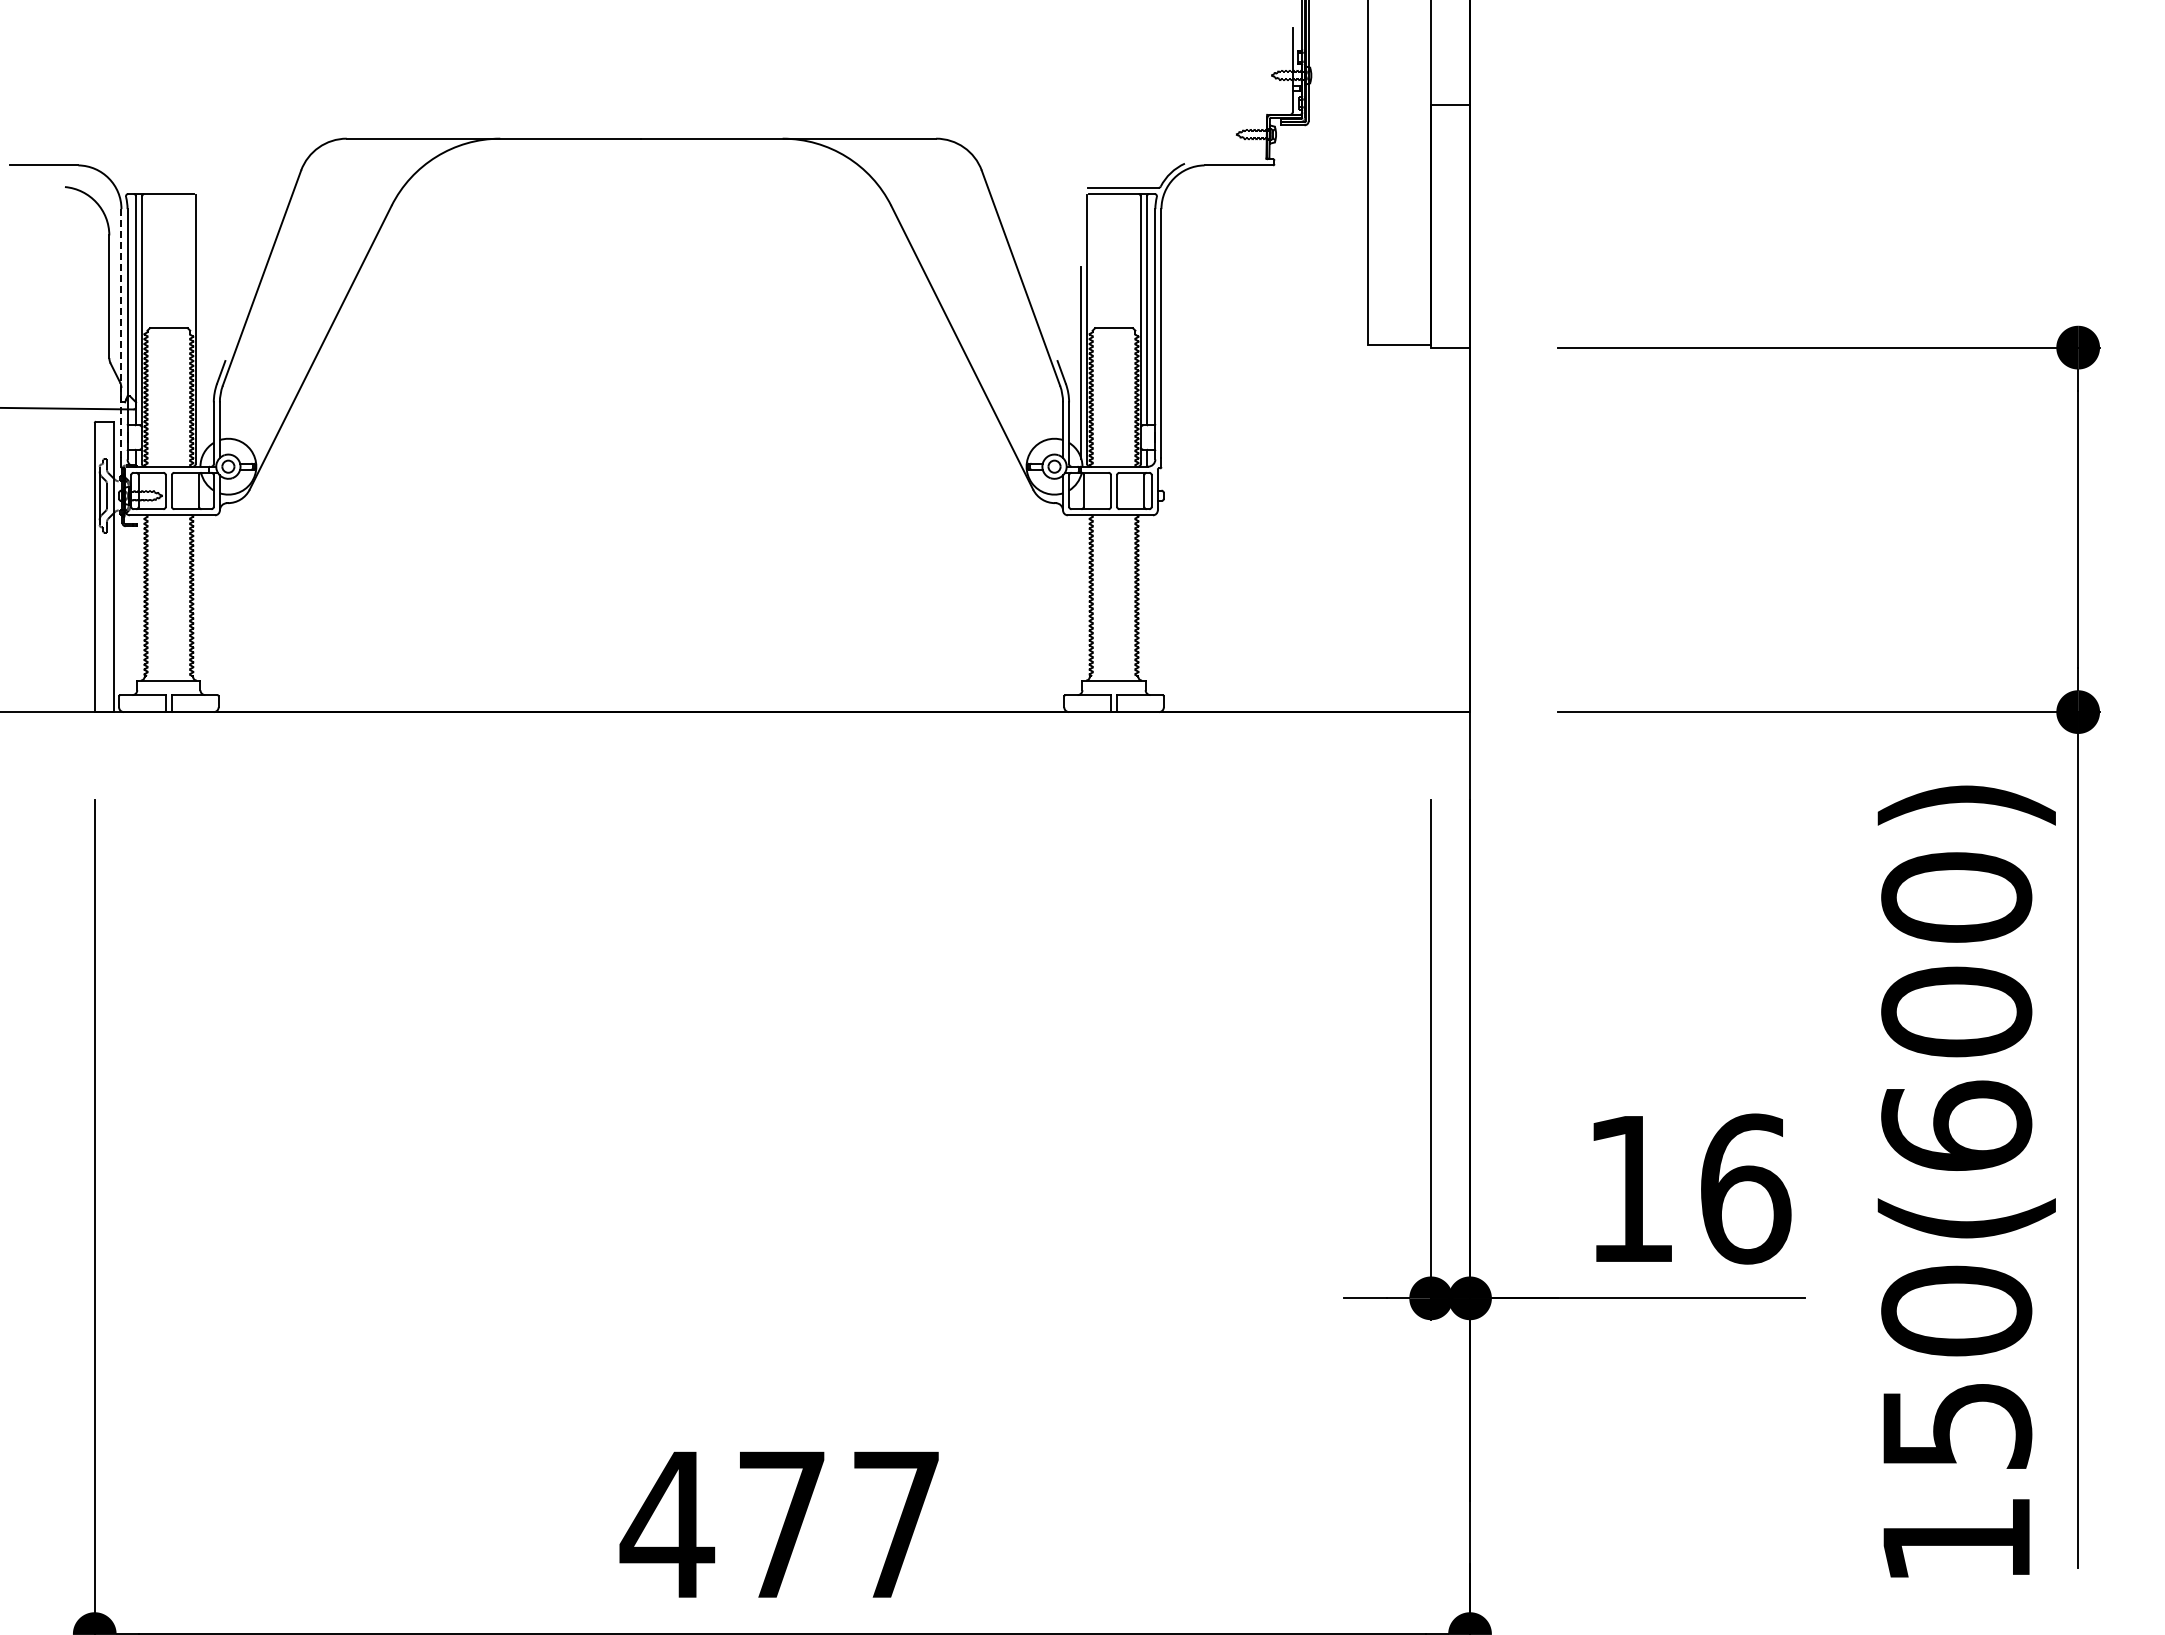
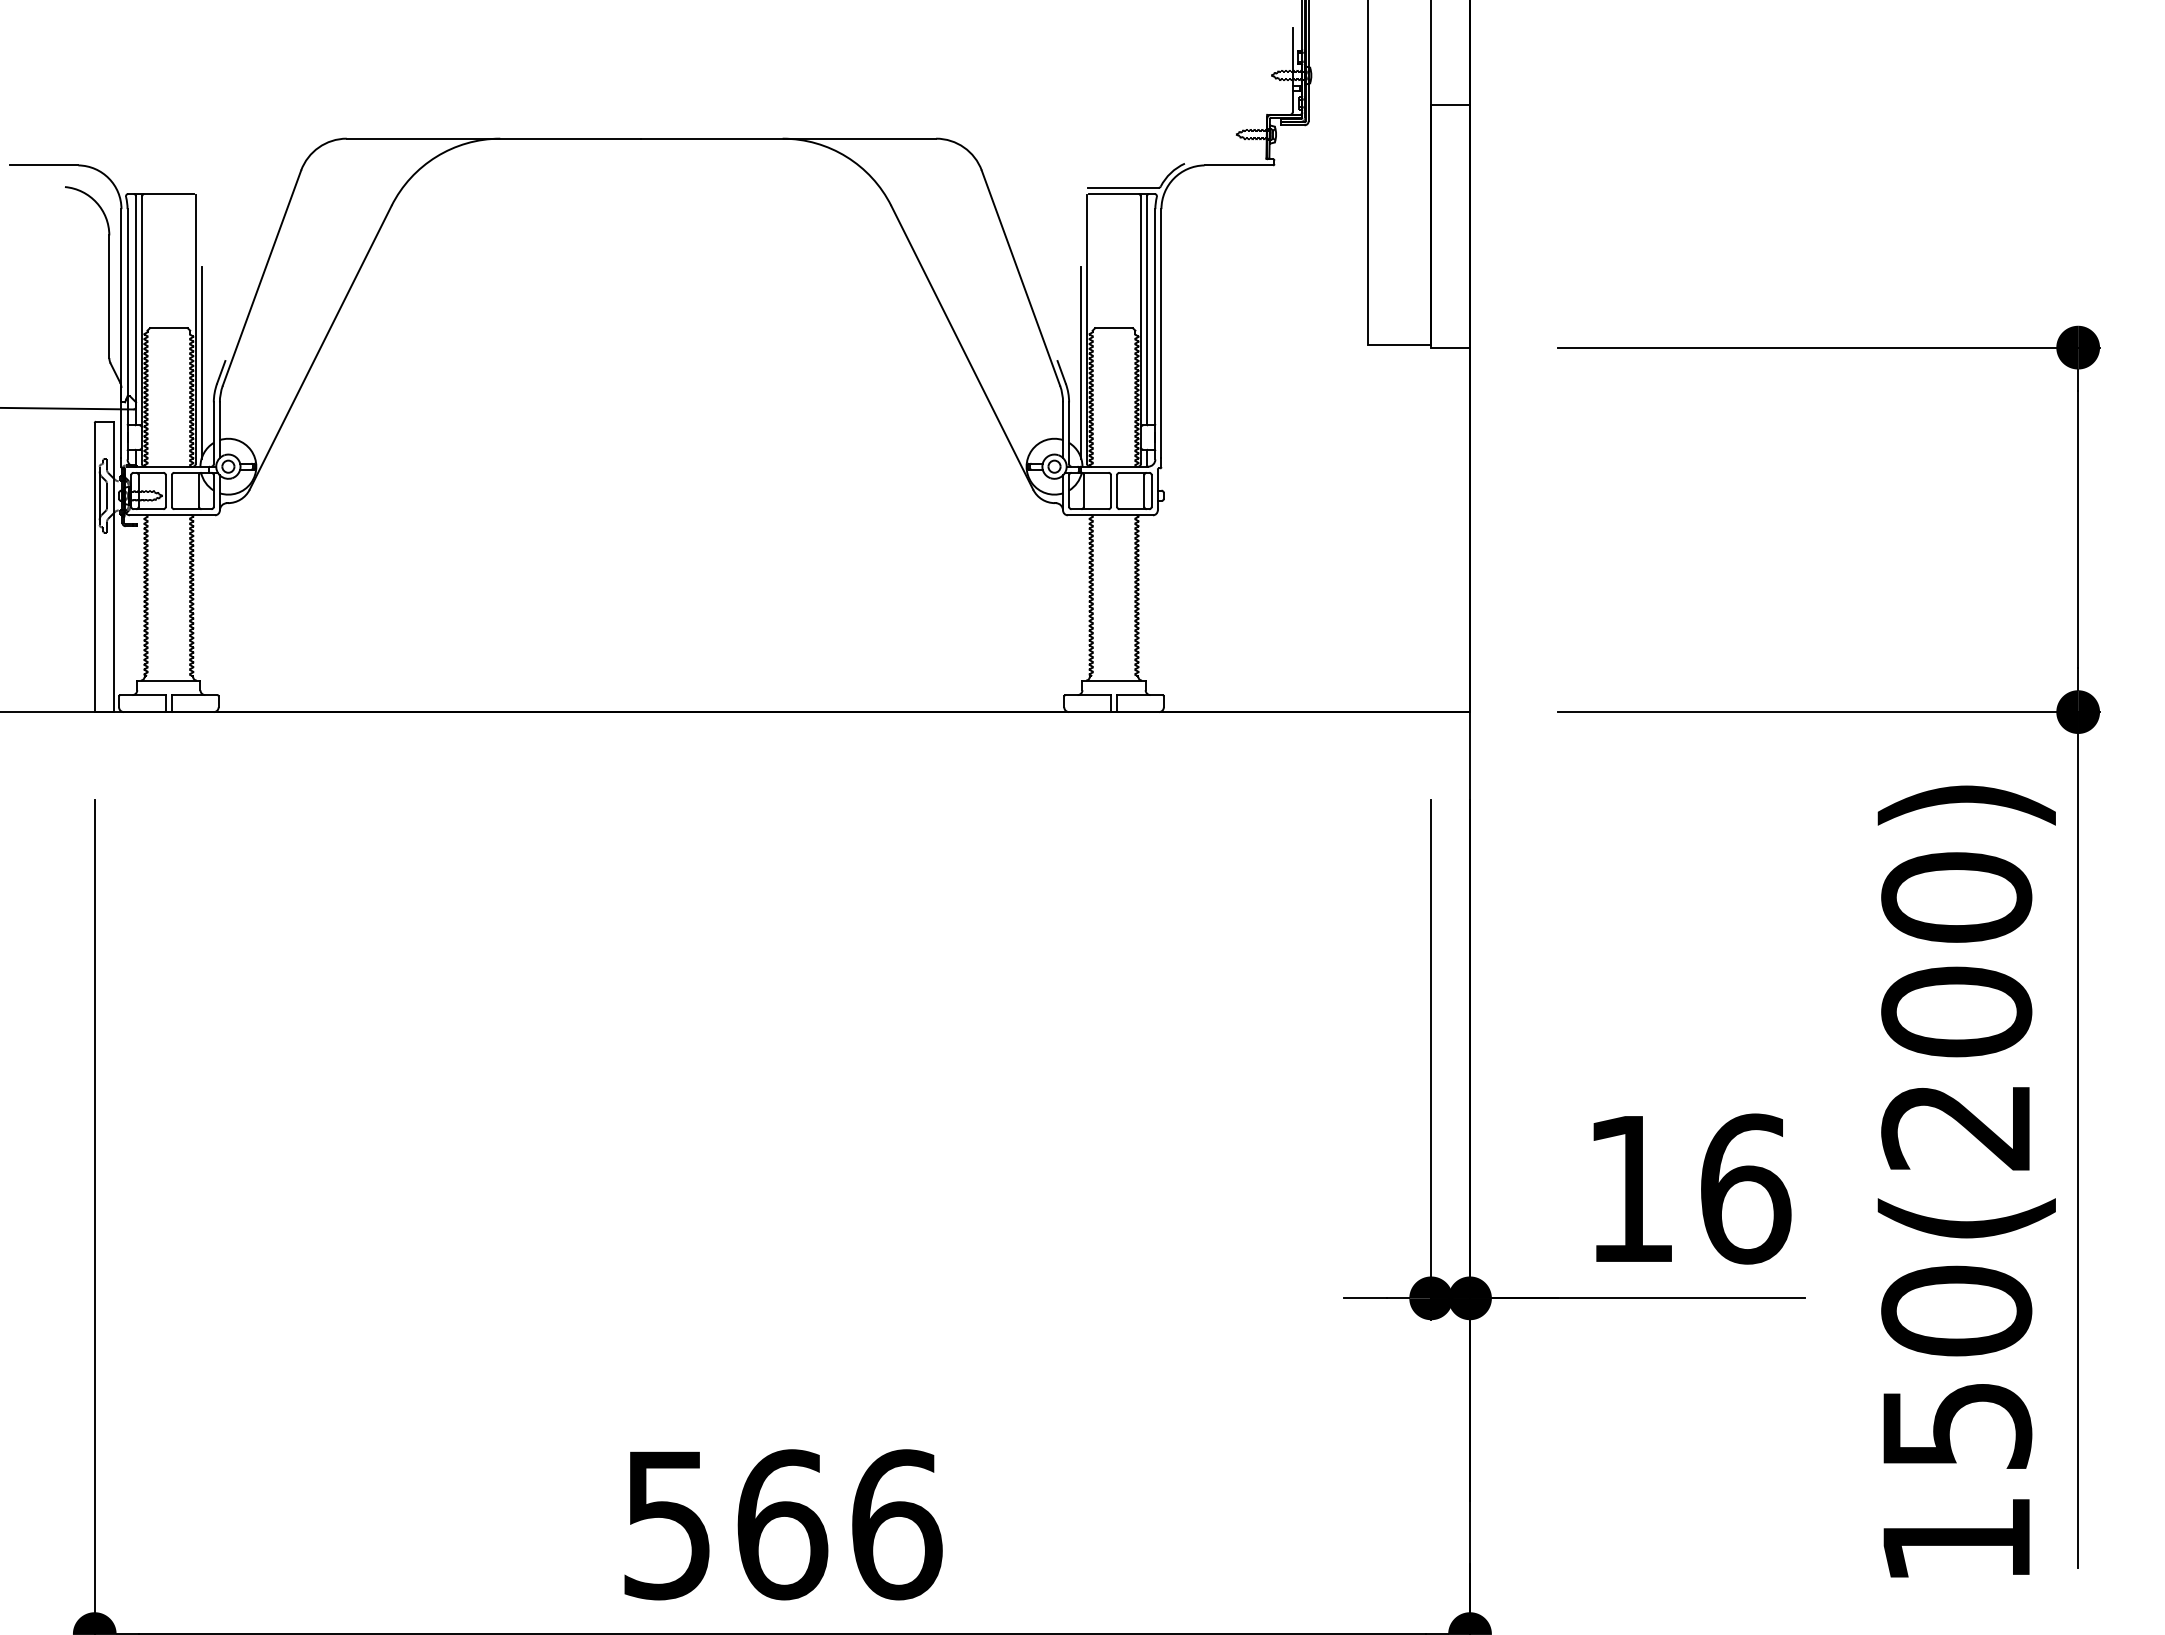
line at (121, 333): dashed -> solid
line at (201, 362): none -> present
text at (1956, 1125): 150(600) -> 150(200)
text at (780, 1524): 477 -> 566
